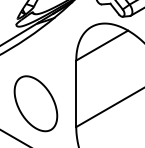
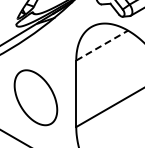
line at (102, 45): solid -> dashed
part at (35, 103) position: (35, 103) -> (35, 97)
